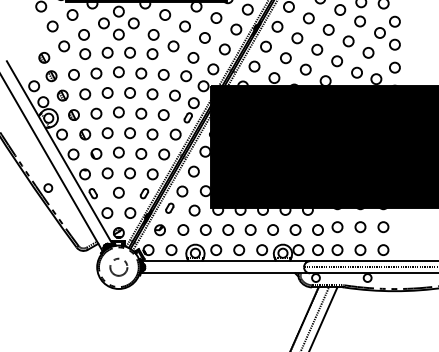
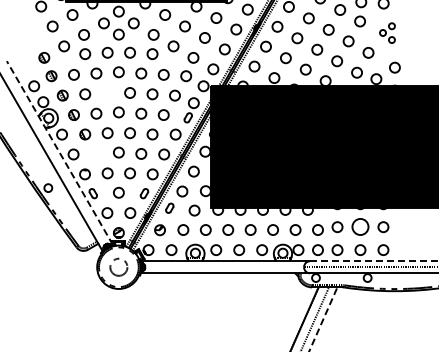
part at (387, 32) size: 27x36 px -> 17x22 px
circle at (107, 92): present -> none
line at (59, 152): solid -> dashed
part at (96, 153): present -> none
circle at (360, 227) size: 13x13 px -> 19x18 px
line at (374, 261): solid -> dashed
line at (323, 319): solid -> dashed
